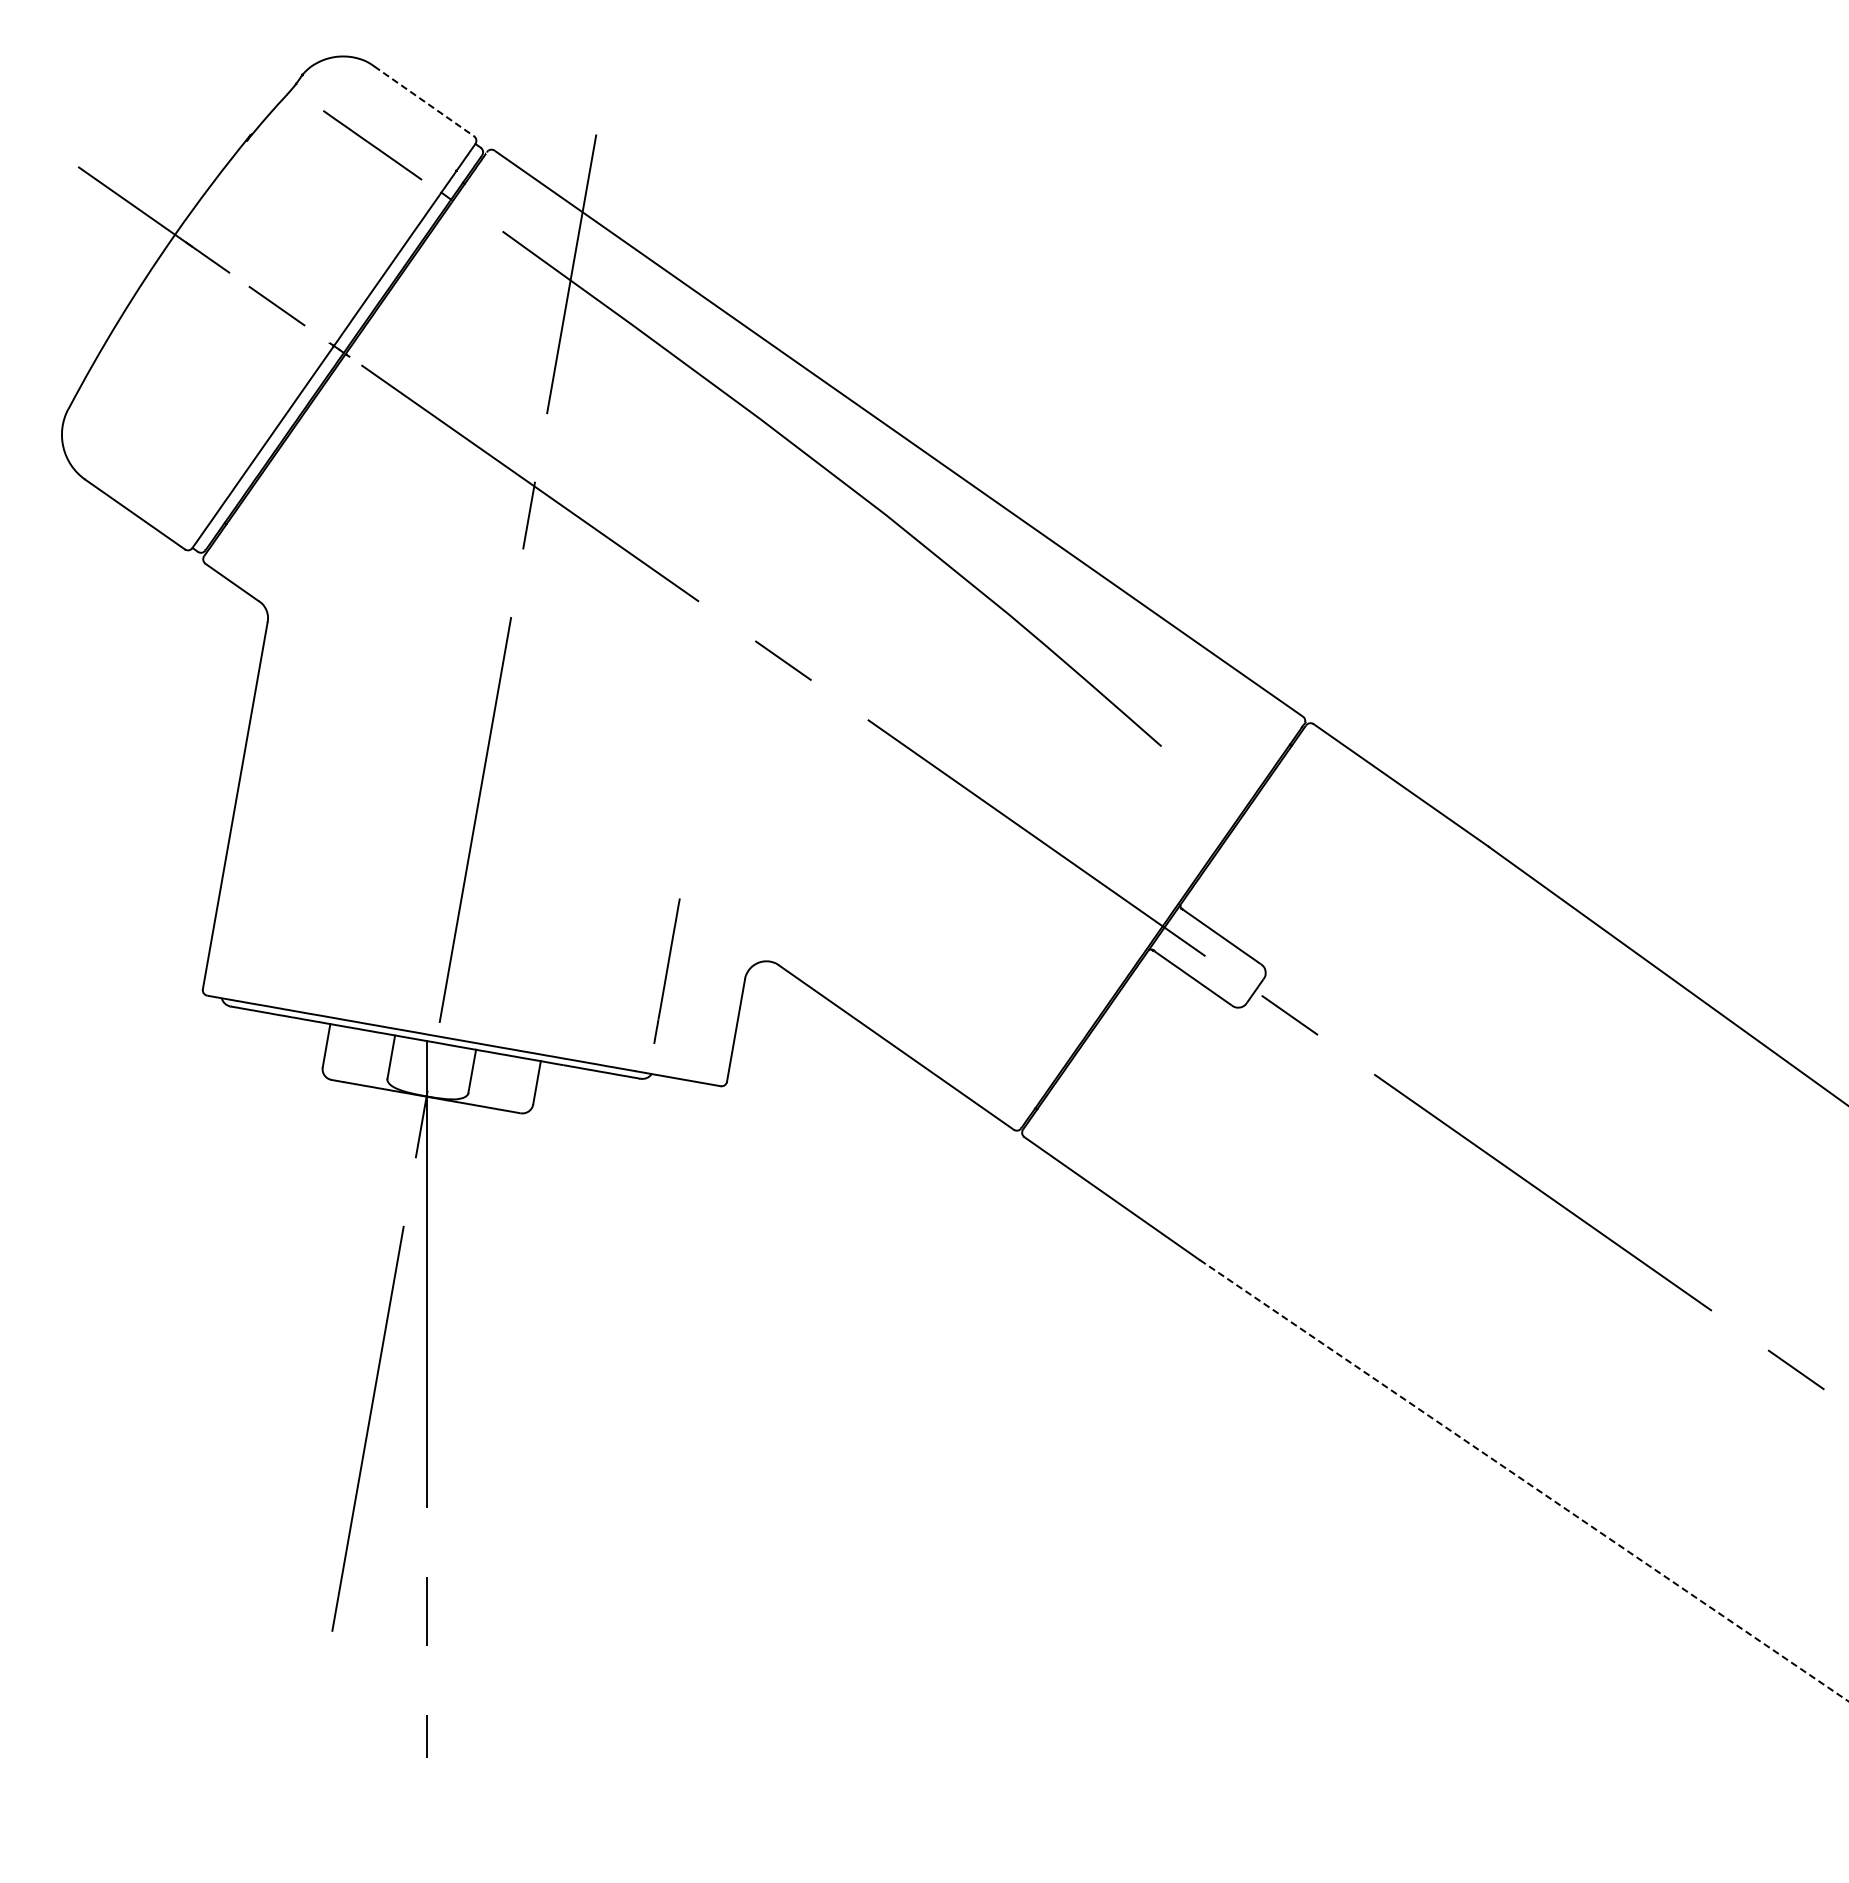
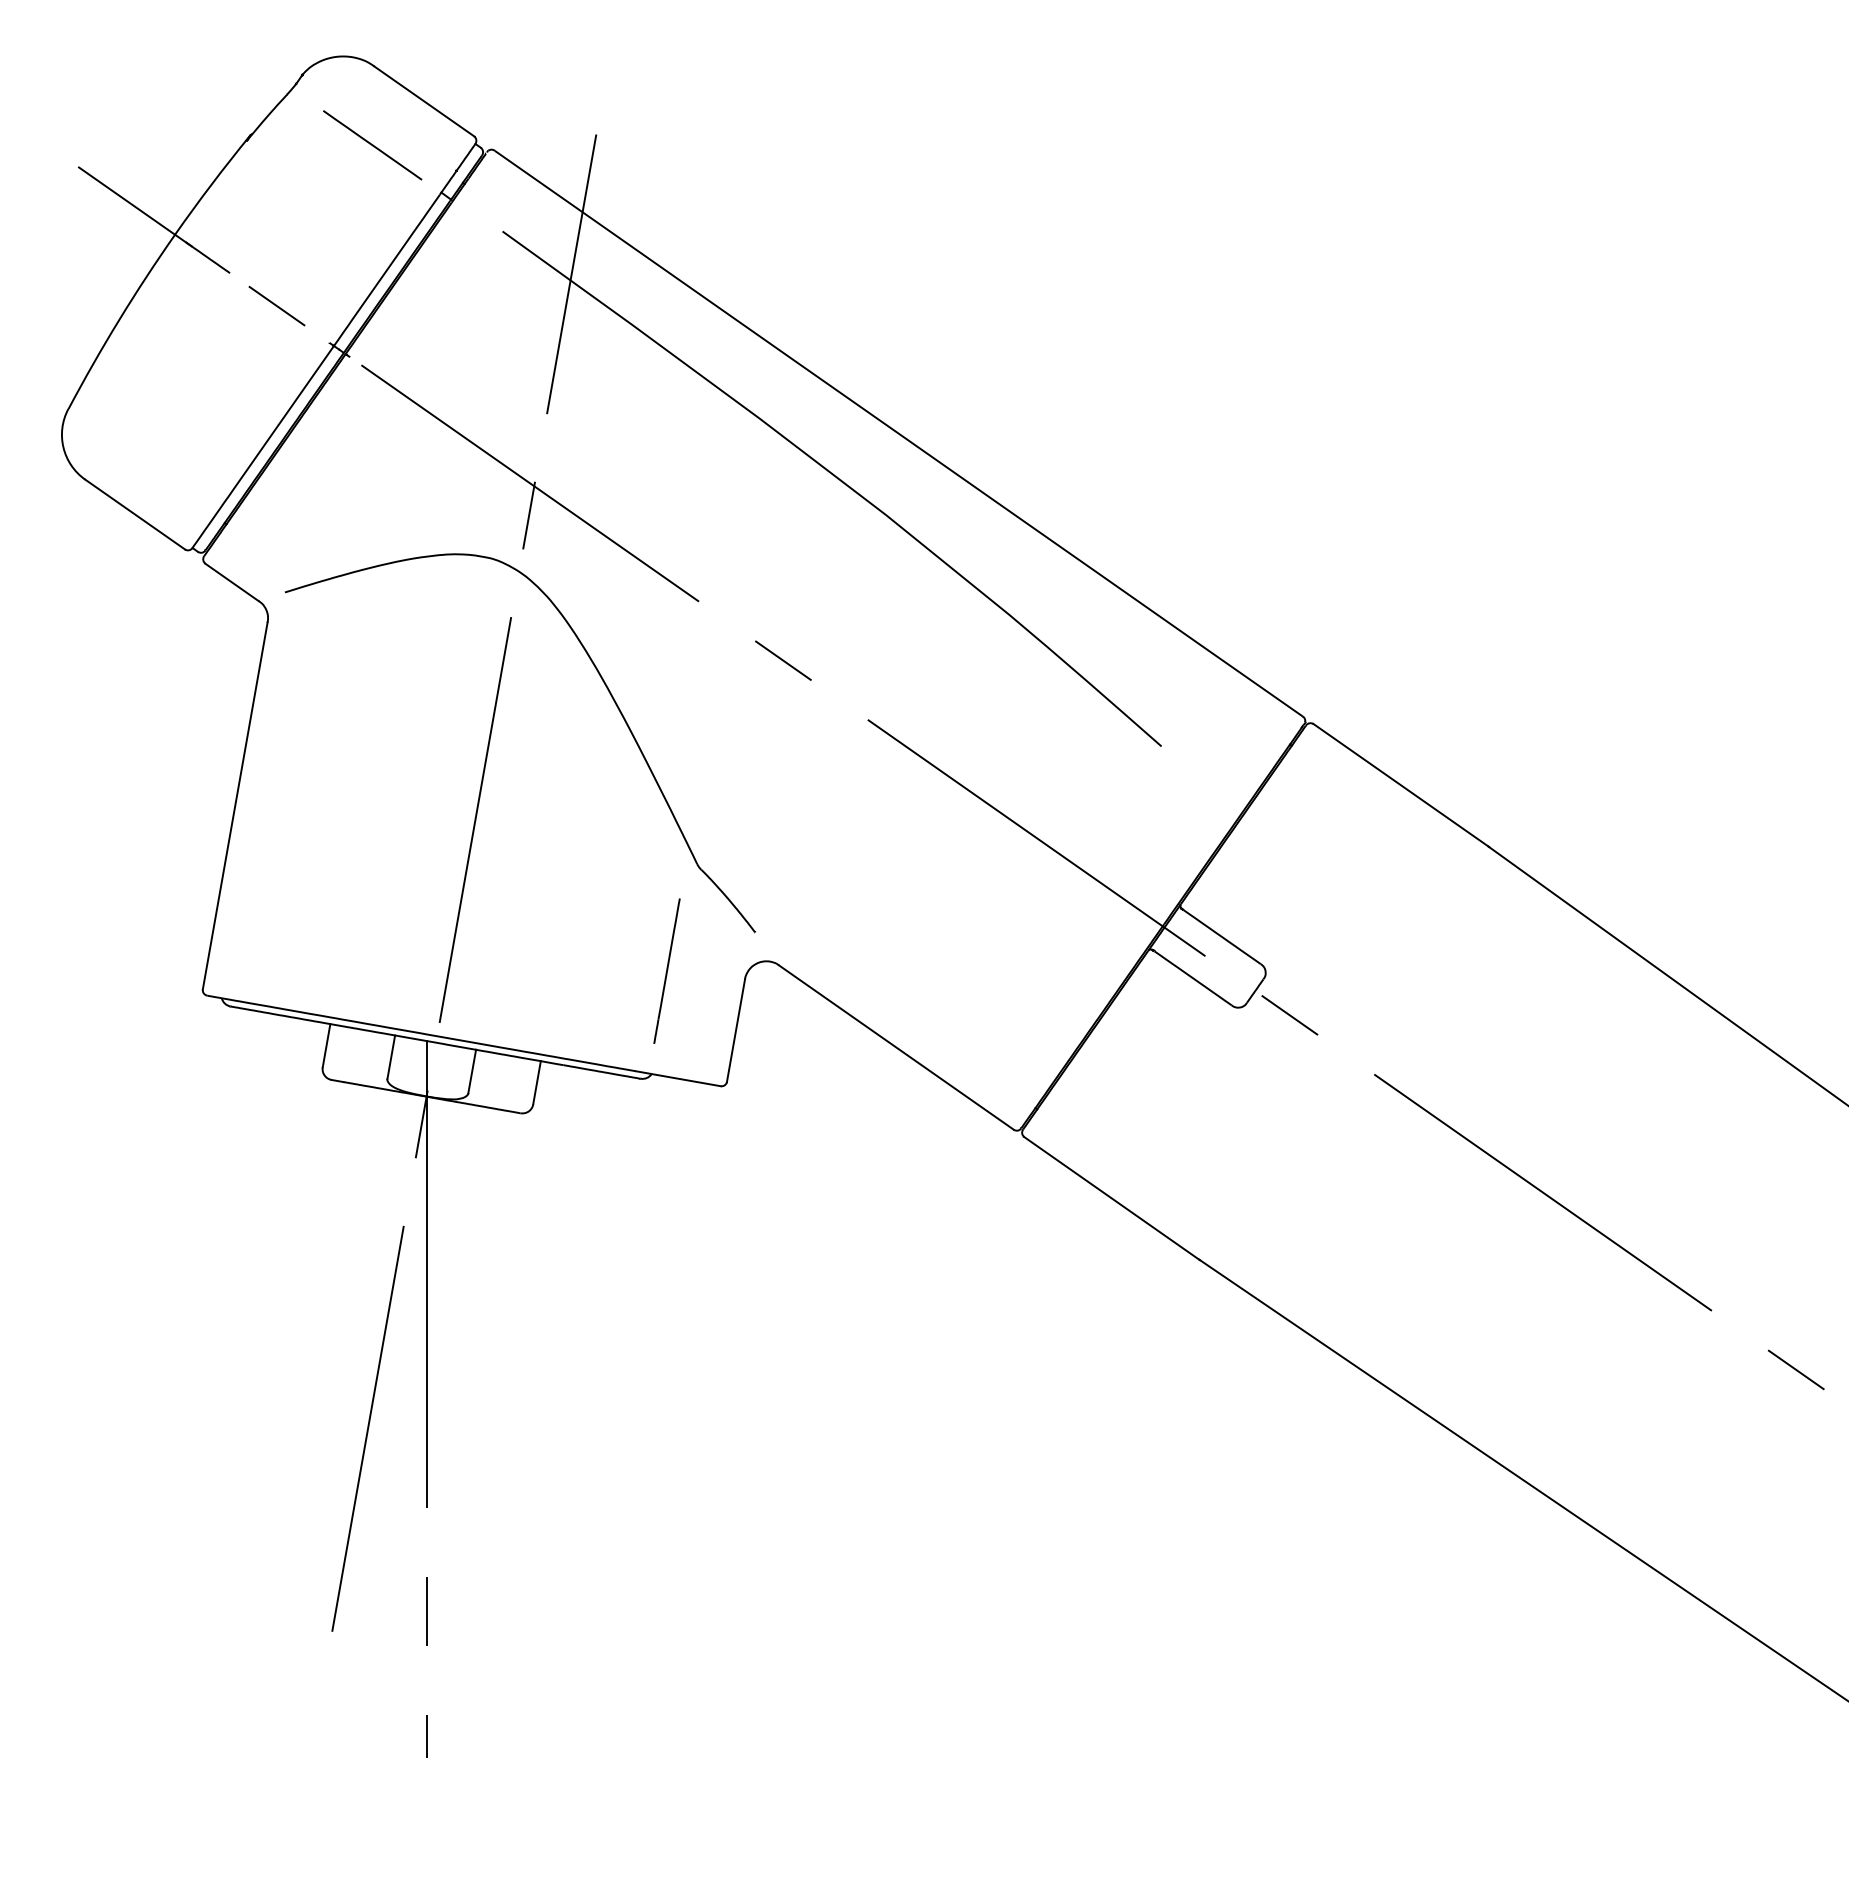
line at (424, 101): dashed -> solid
part at (607, 690): none -> present
line at (1523, 1480): dashed -> solid
